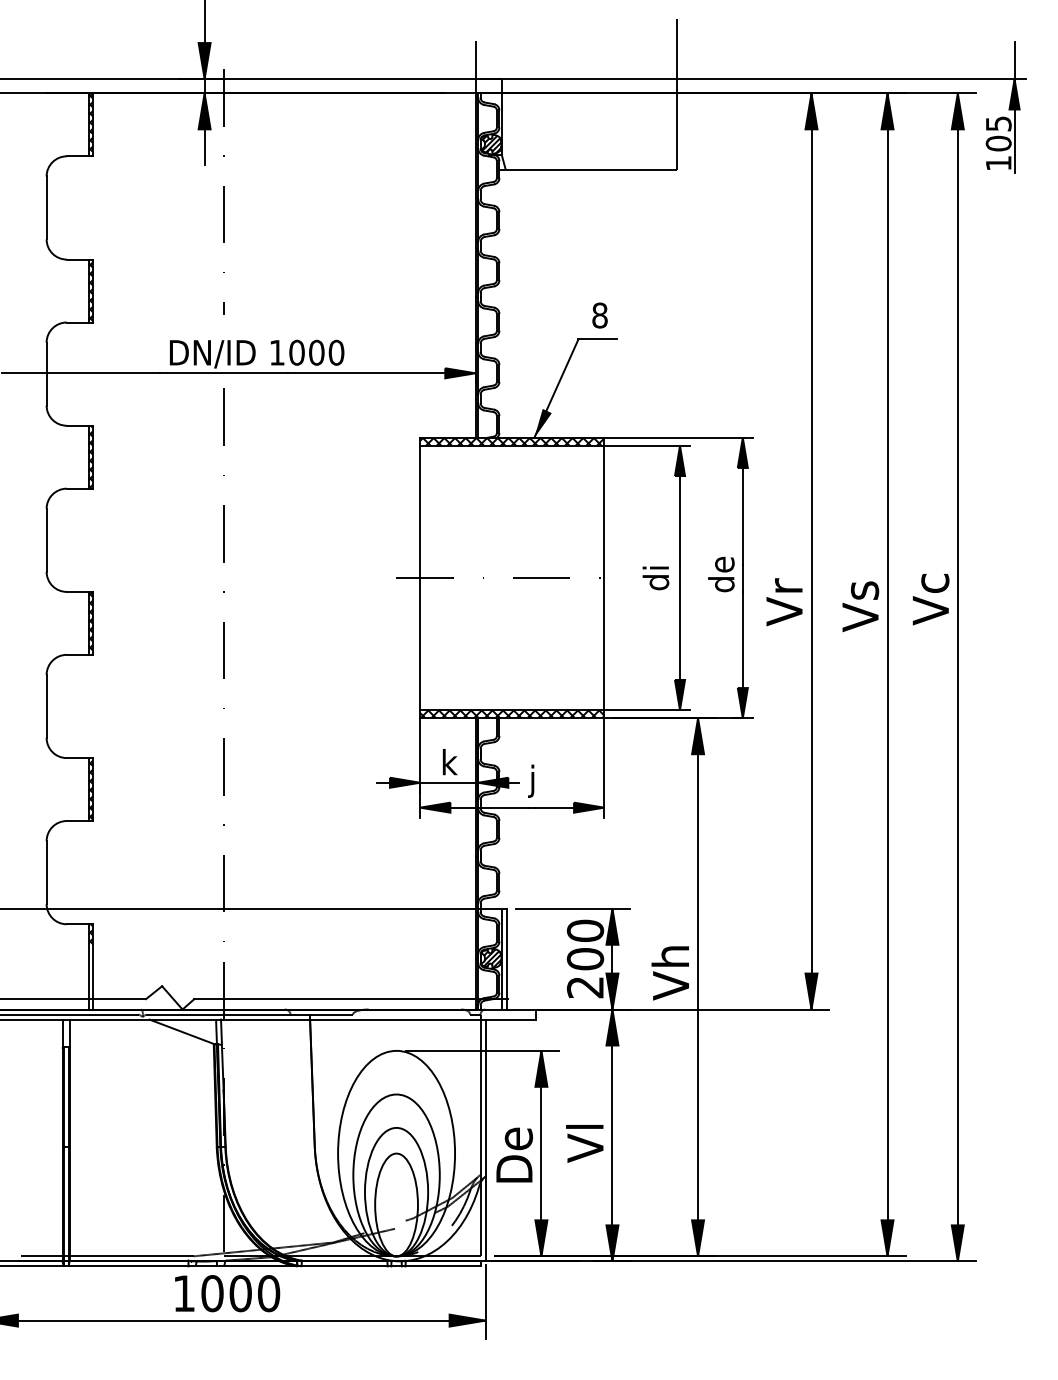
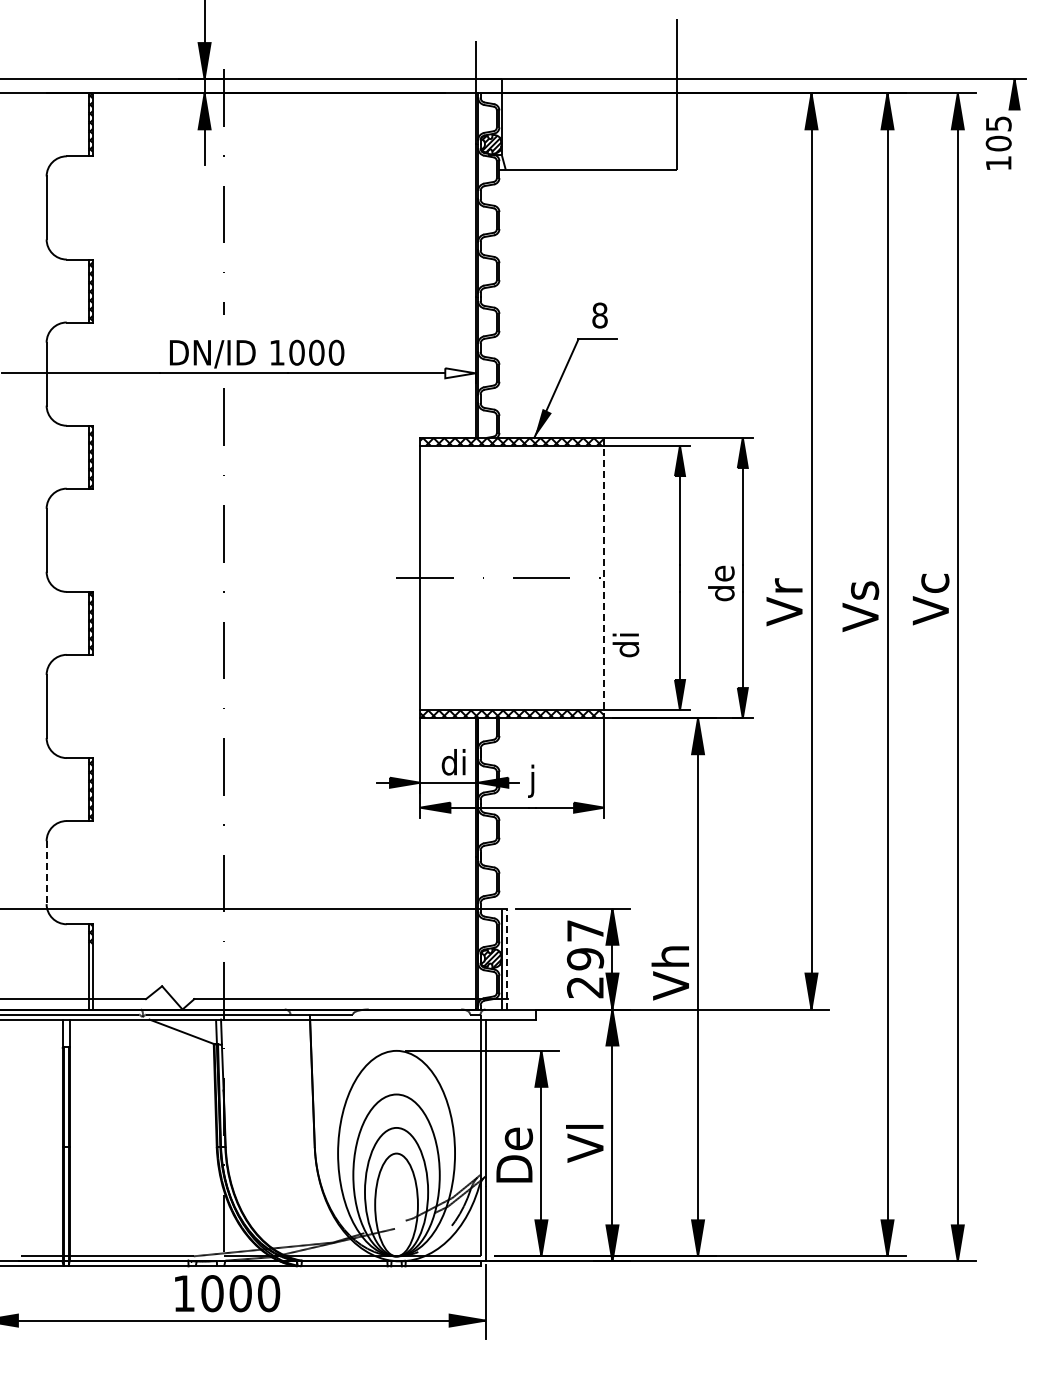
line at (1014, 60): present -> none
line at (1014, 141): present -> none
fill at (460, 373): present -> none
text at (721, 574) position: (721, 574) -> (721, 583)
line at (604, 578): solid -> dashed
text at (655, 578) position: (655, 578) -> (625, 645)
text at (453, 762): k -> di
line at (46, 873): solid -> dashed
text at (585, 944): 200 -> 297
line at (507, 958): solid -> dashed
